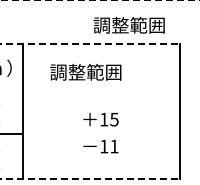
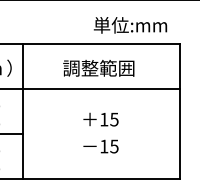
line at (99, 0): dashed -> solid
text at (130, 24): 調整範囲 -> 単位:mm
line at (90, 44): dashed -> solid
text at (85, 72) position: (85, 72) -> (98, 68)
line at (91, 88): none -> present
text at (114, 146): 11 -> 15
line at (90, 178): dashed -> solid
